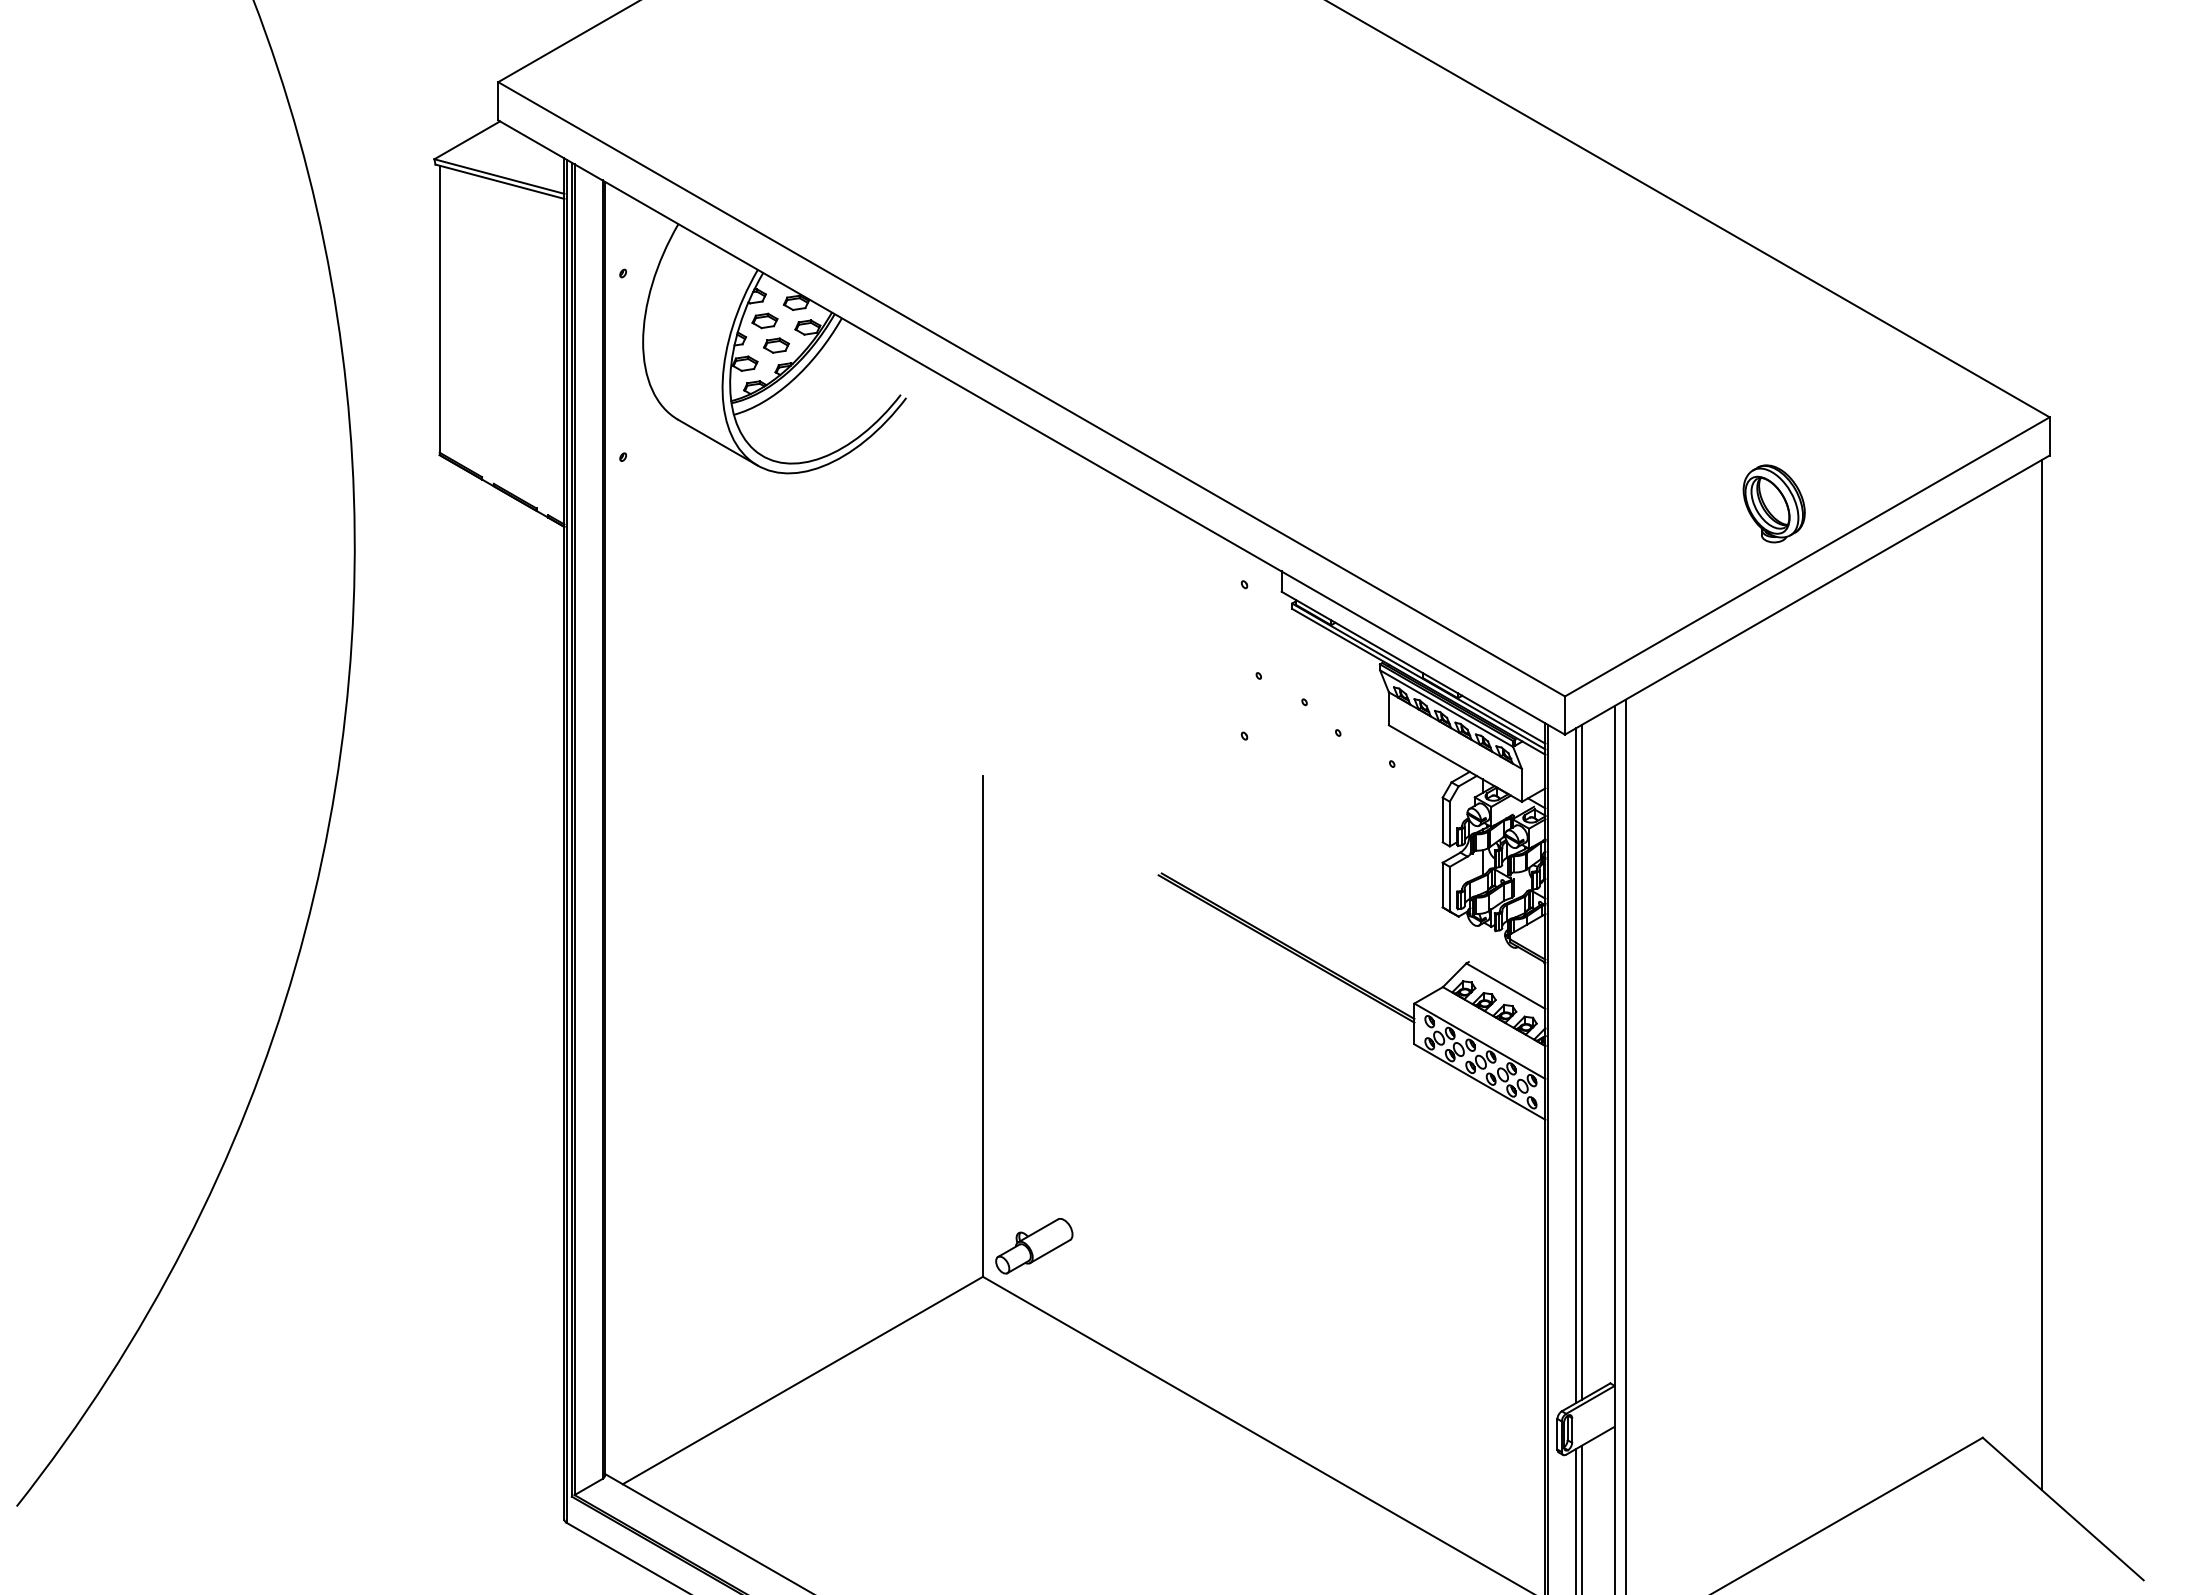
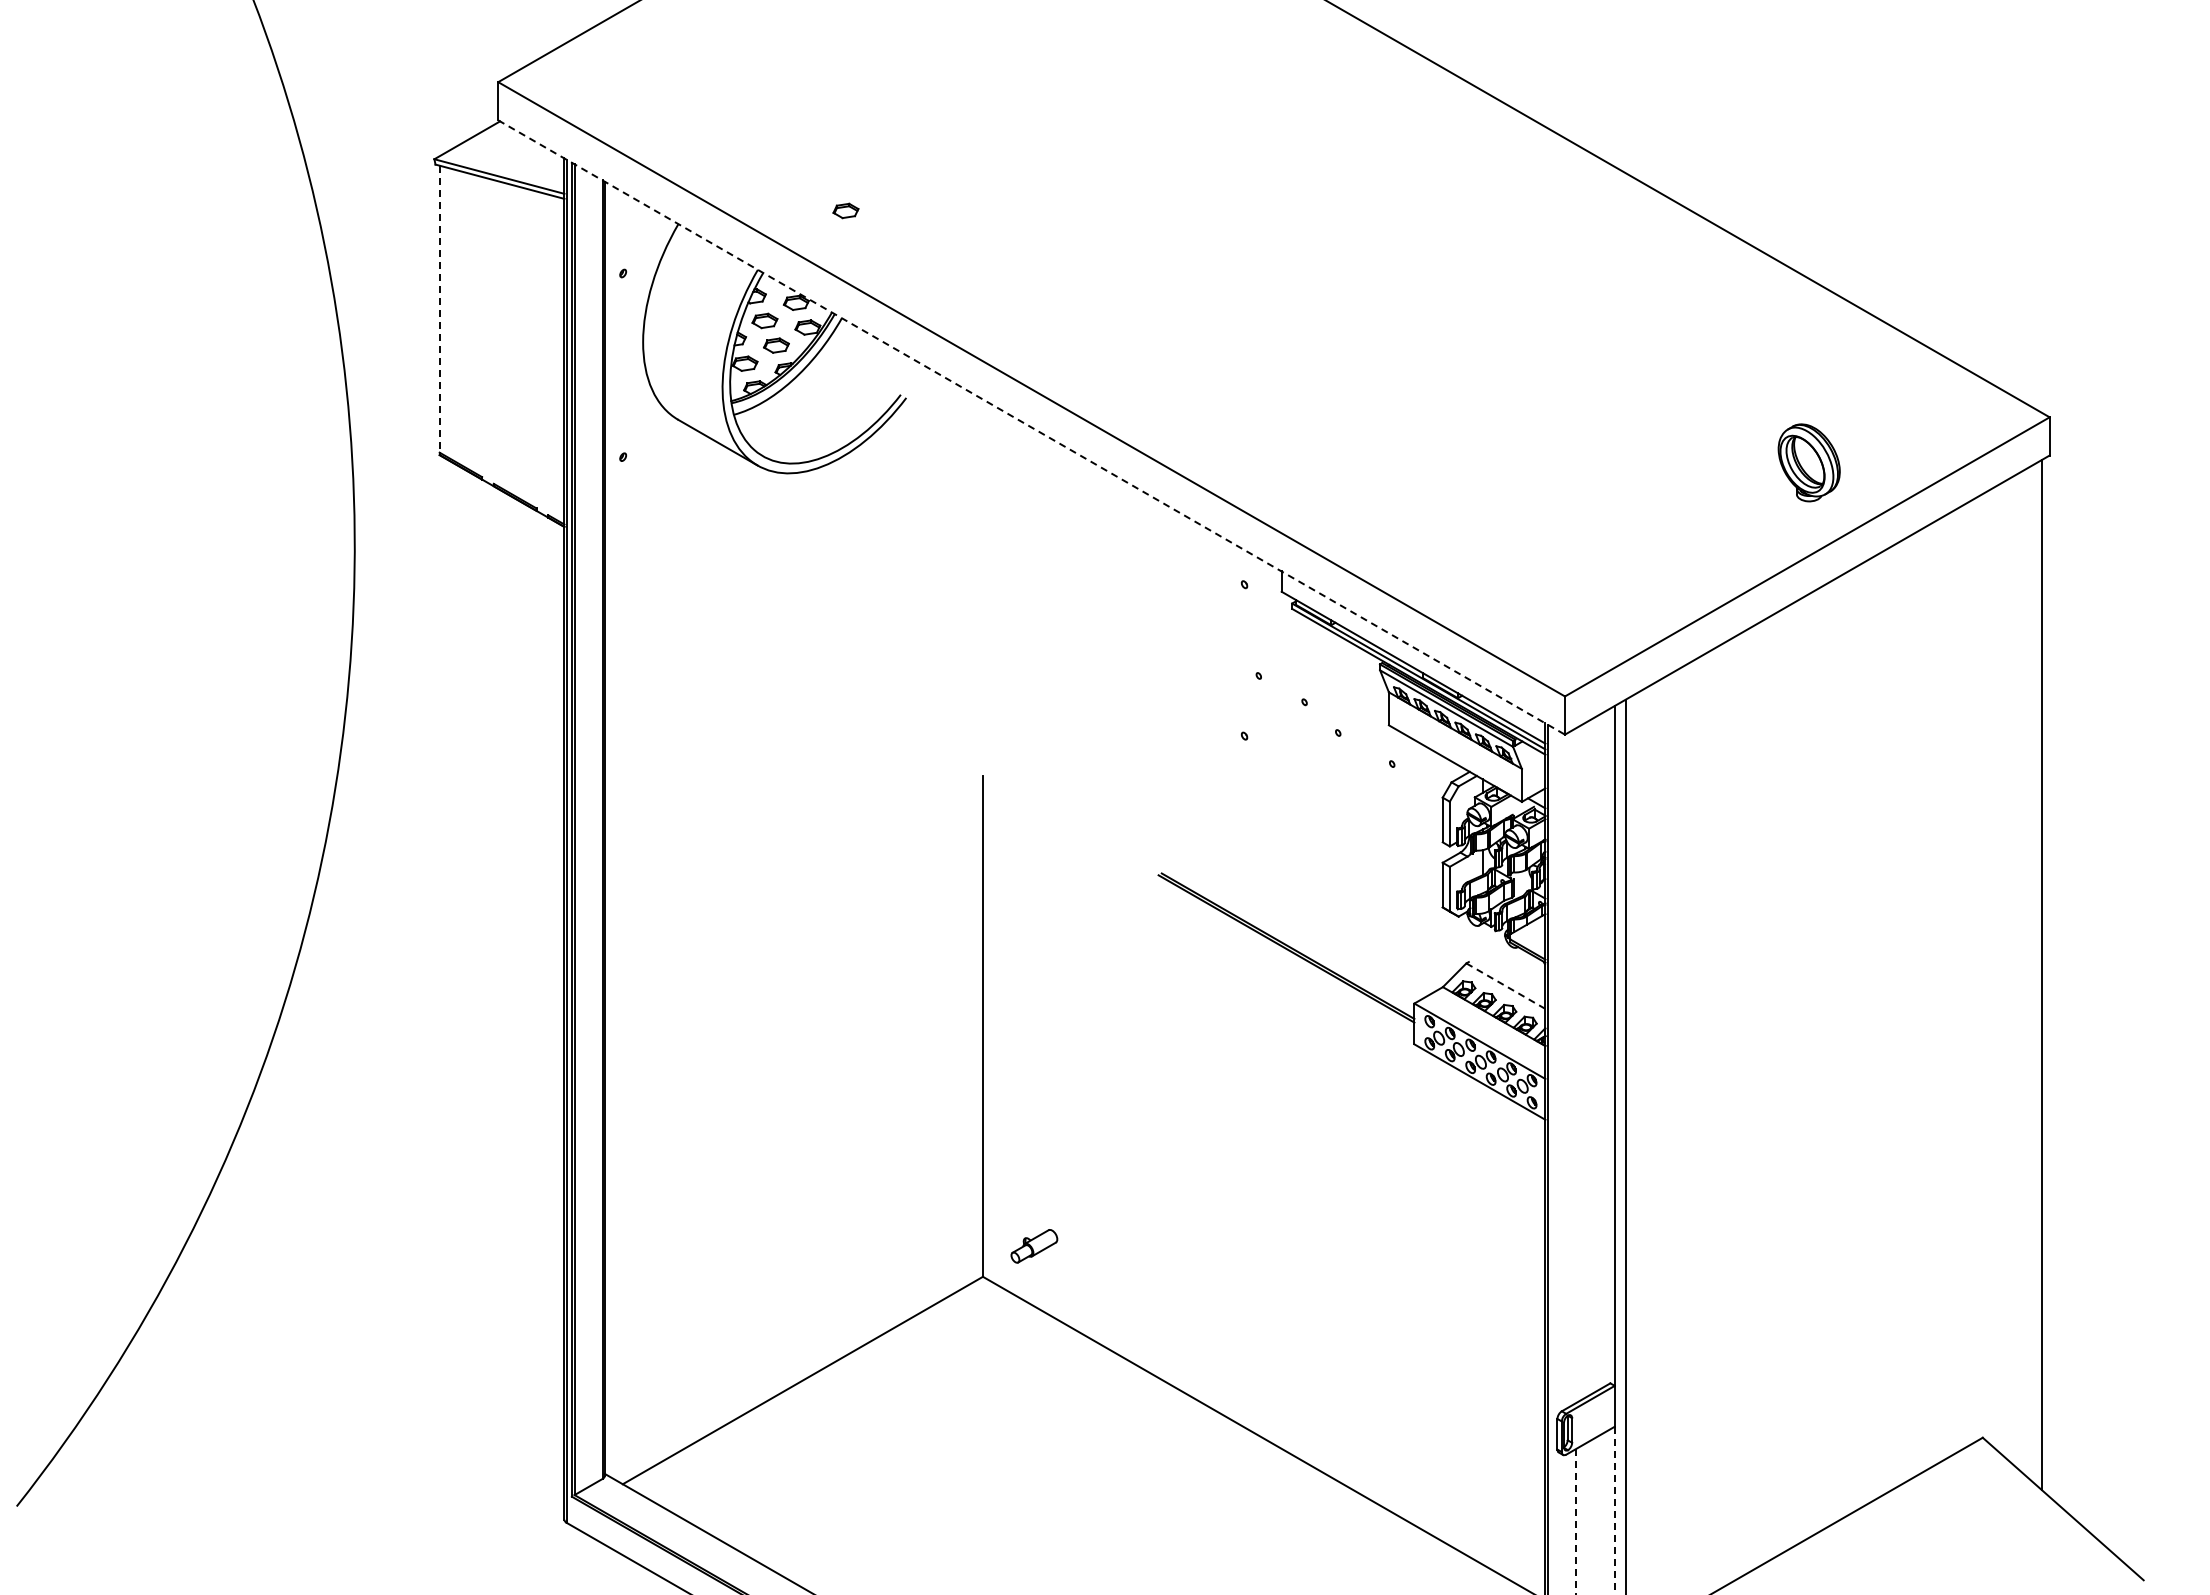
part at (845, 210): none -> present
line at (439, 310): solid -> dashed
line at (1032, 427): solid -> dashed
part at (1773, 503) position: (1773, 503) -> (1808, 462)
line at (1505, 986): solid -> dashed
line at (1581, 1062): present -> none
line at (1576, 1065): present -> none
part at (1034, 1246) size: 79x57 px -> 49x35 px
line at (1614, 1510): solid -> dashed
line at (1581, 1518): present -> none
line at (1576, 1521): solid -> dashed
